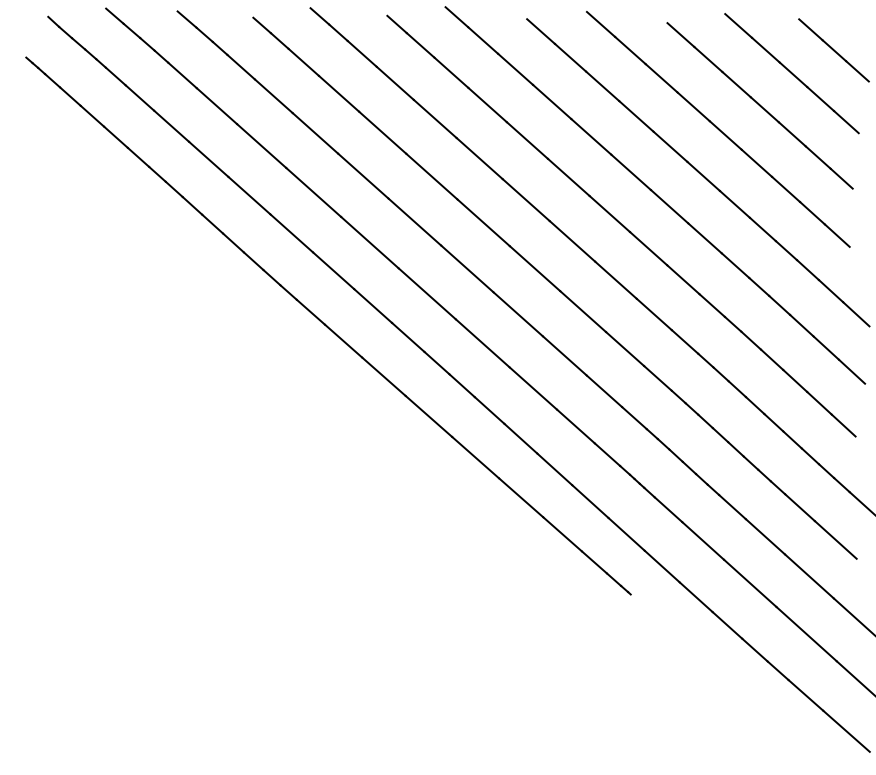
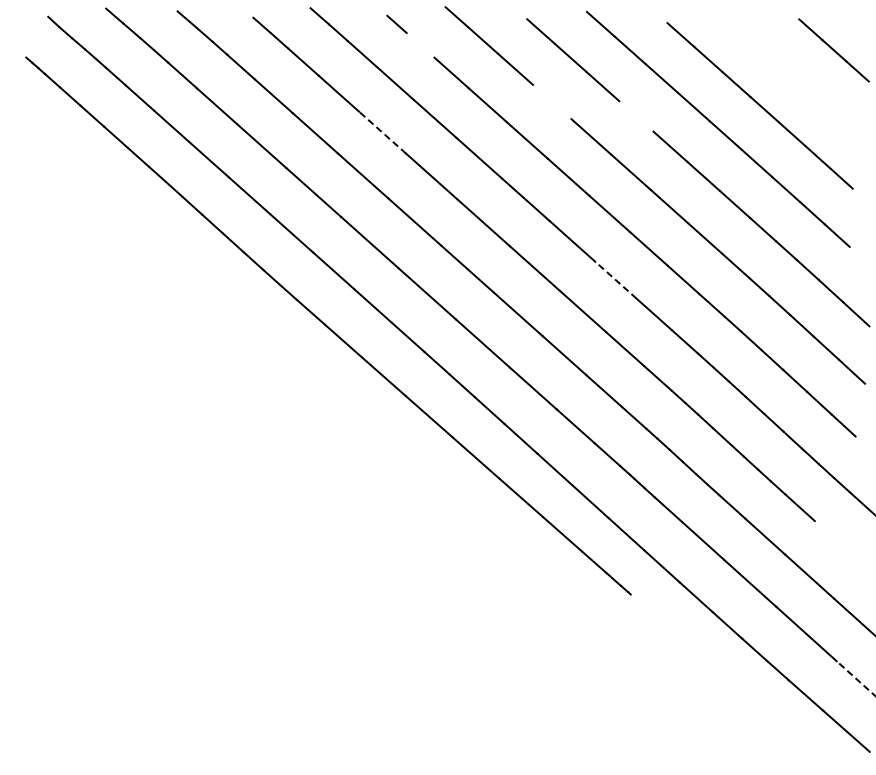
line at (420, 45): present -> none
line at (791, 73): present -> none
line at (552, 101): present -> none
line at (636, 116): present -> none
line at (382, 132): solid -> dashed
line at (615, 280): solid -> dashed
line at (835, 539): present -> none
line at (855, 678): solid -> dashed
